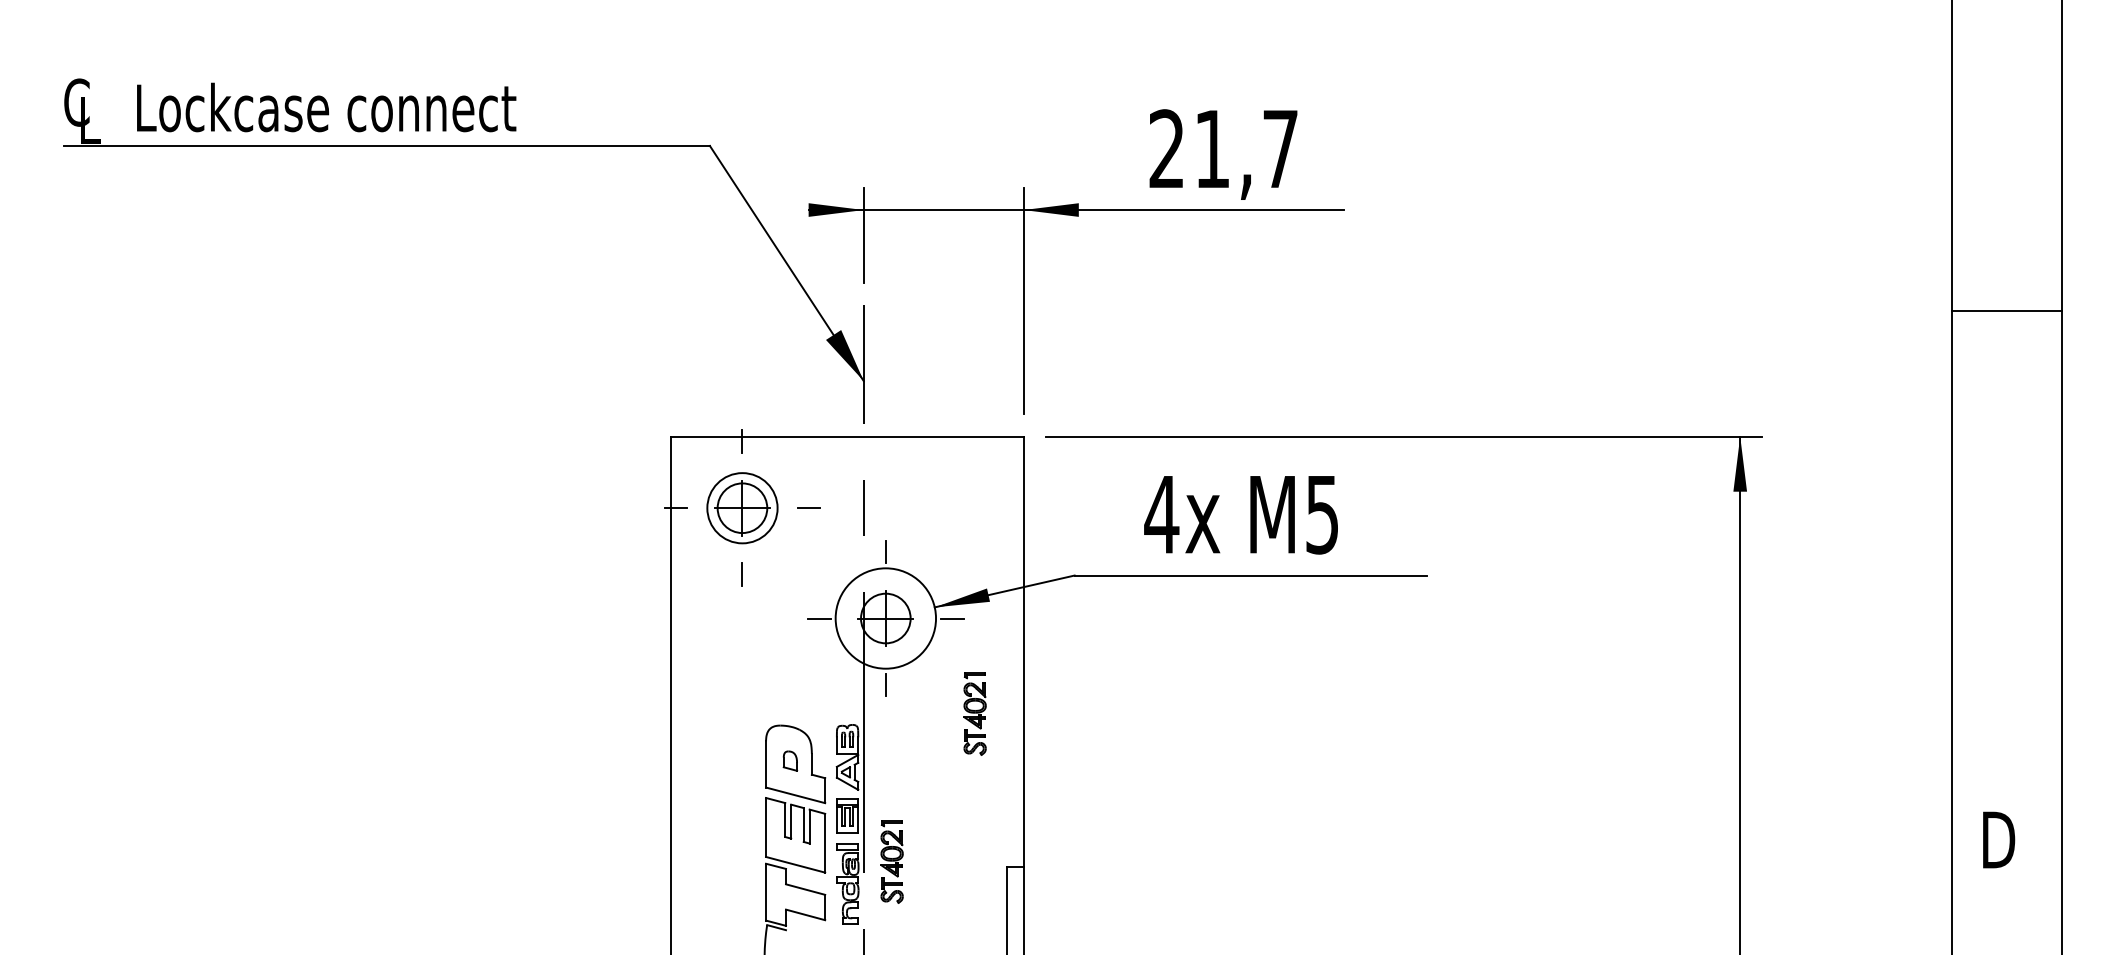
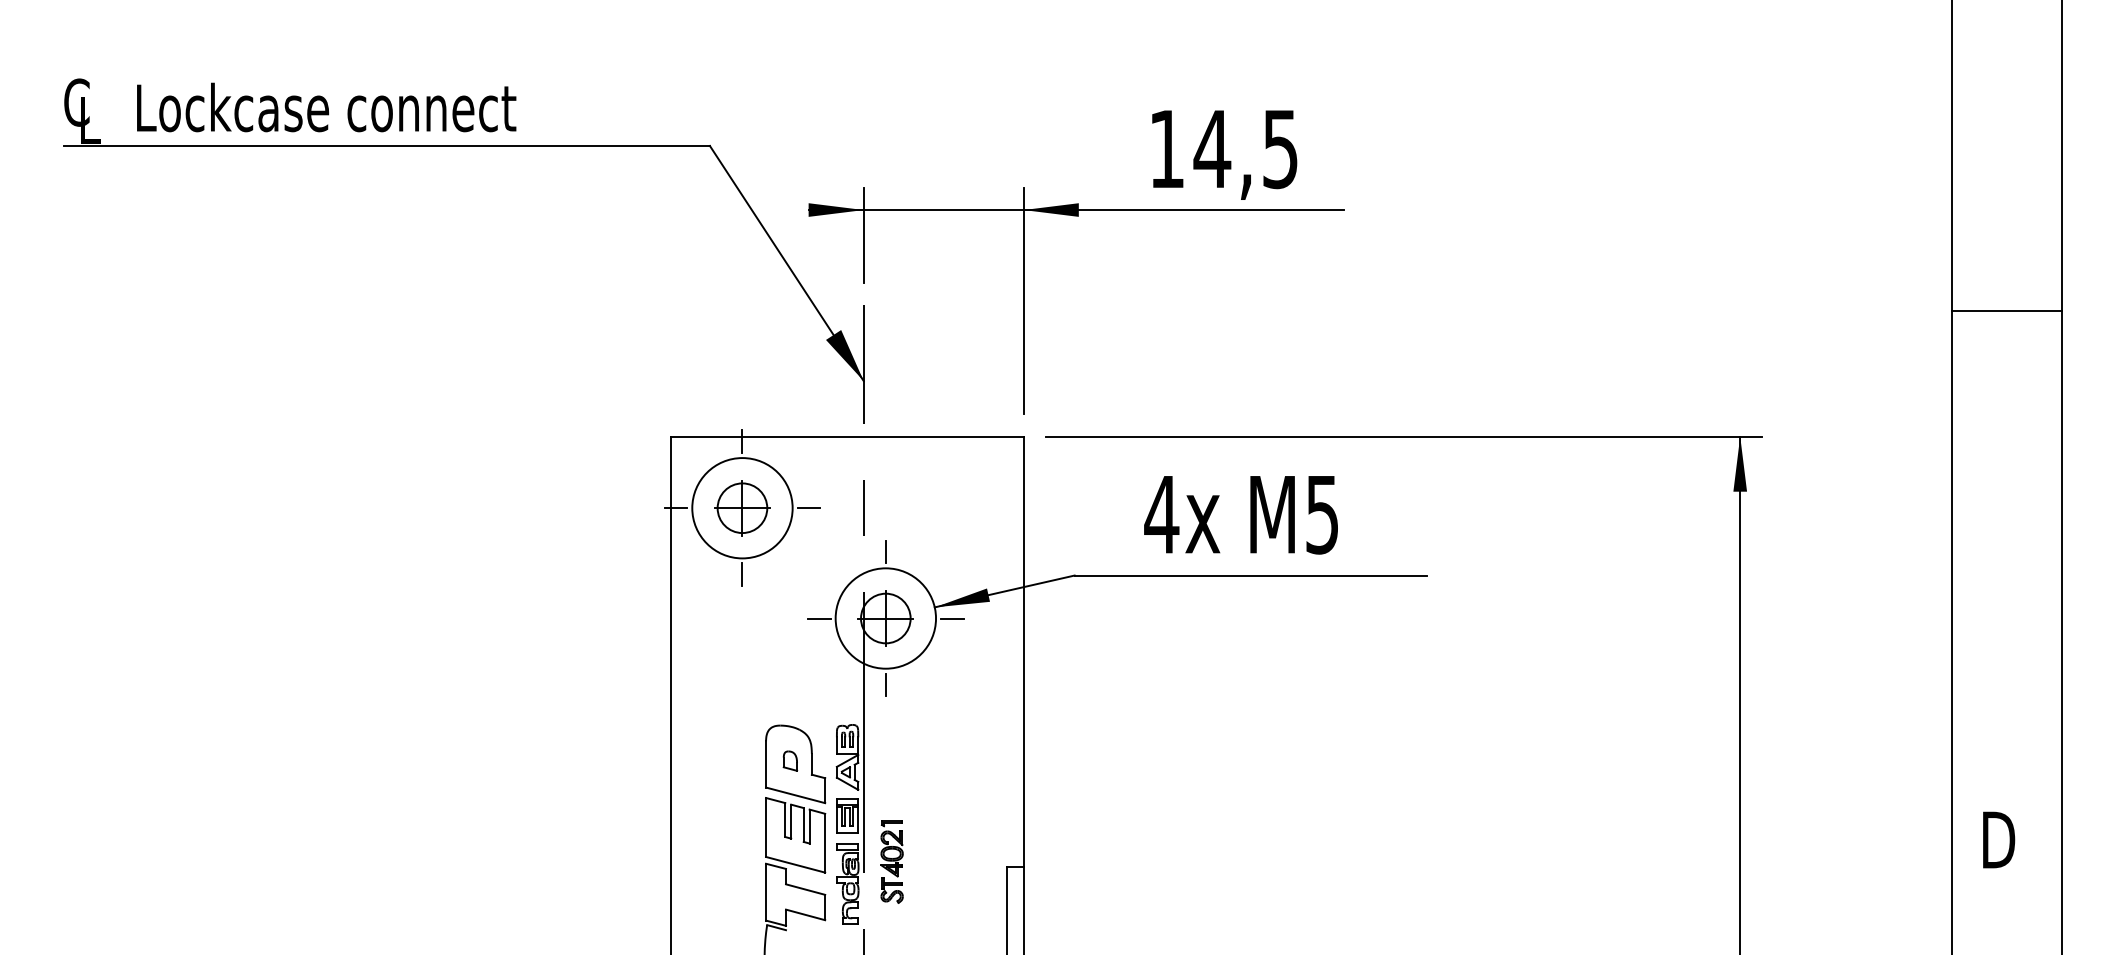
text at (1223, 149): 21,7 -> 14,5
circle at (742, 508) diameter: 70 px -> 100 px
part at (974, 713): present -> none
